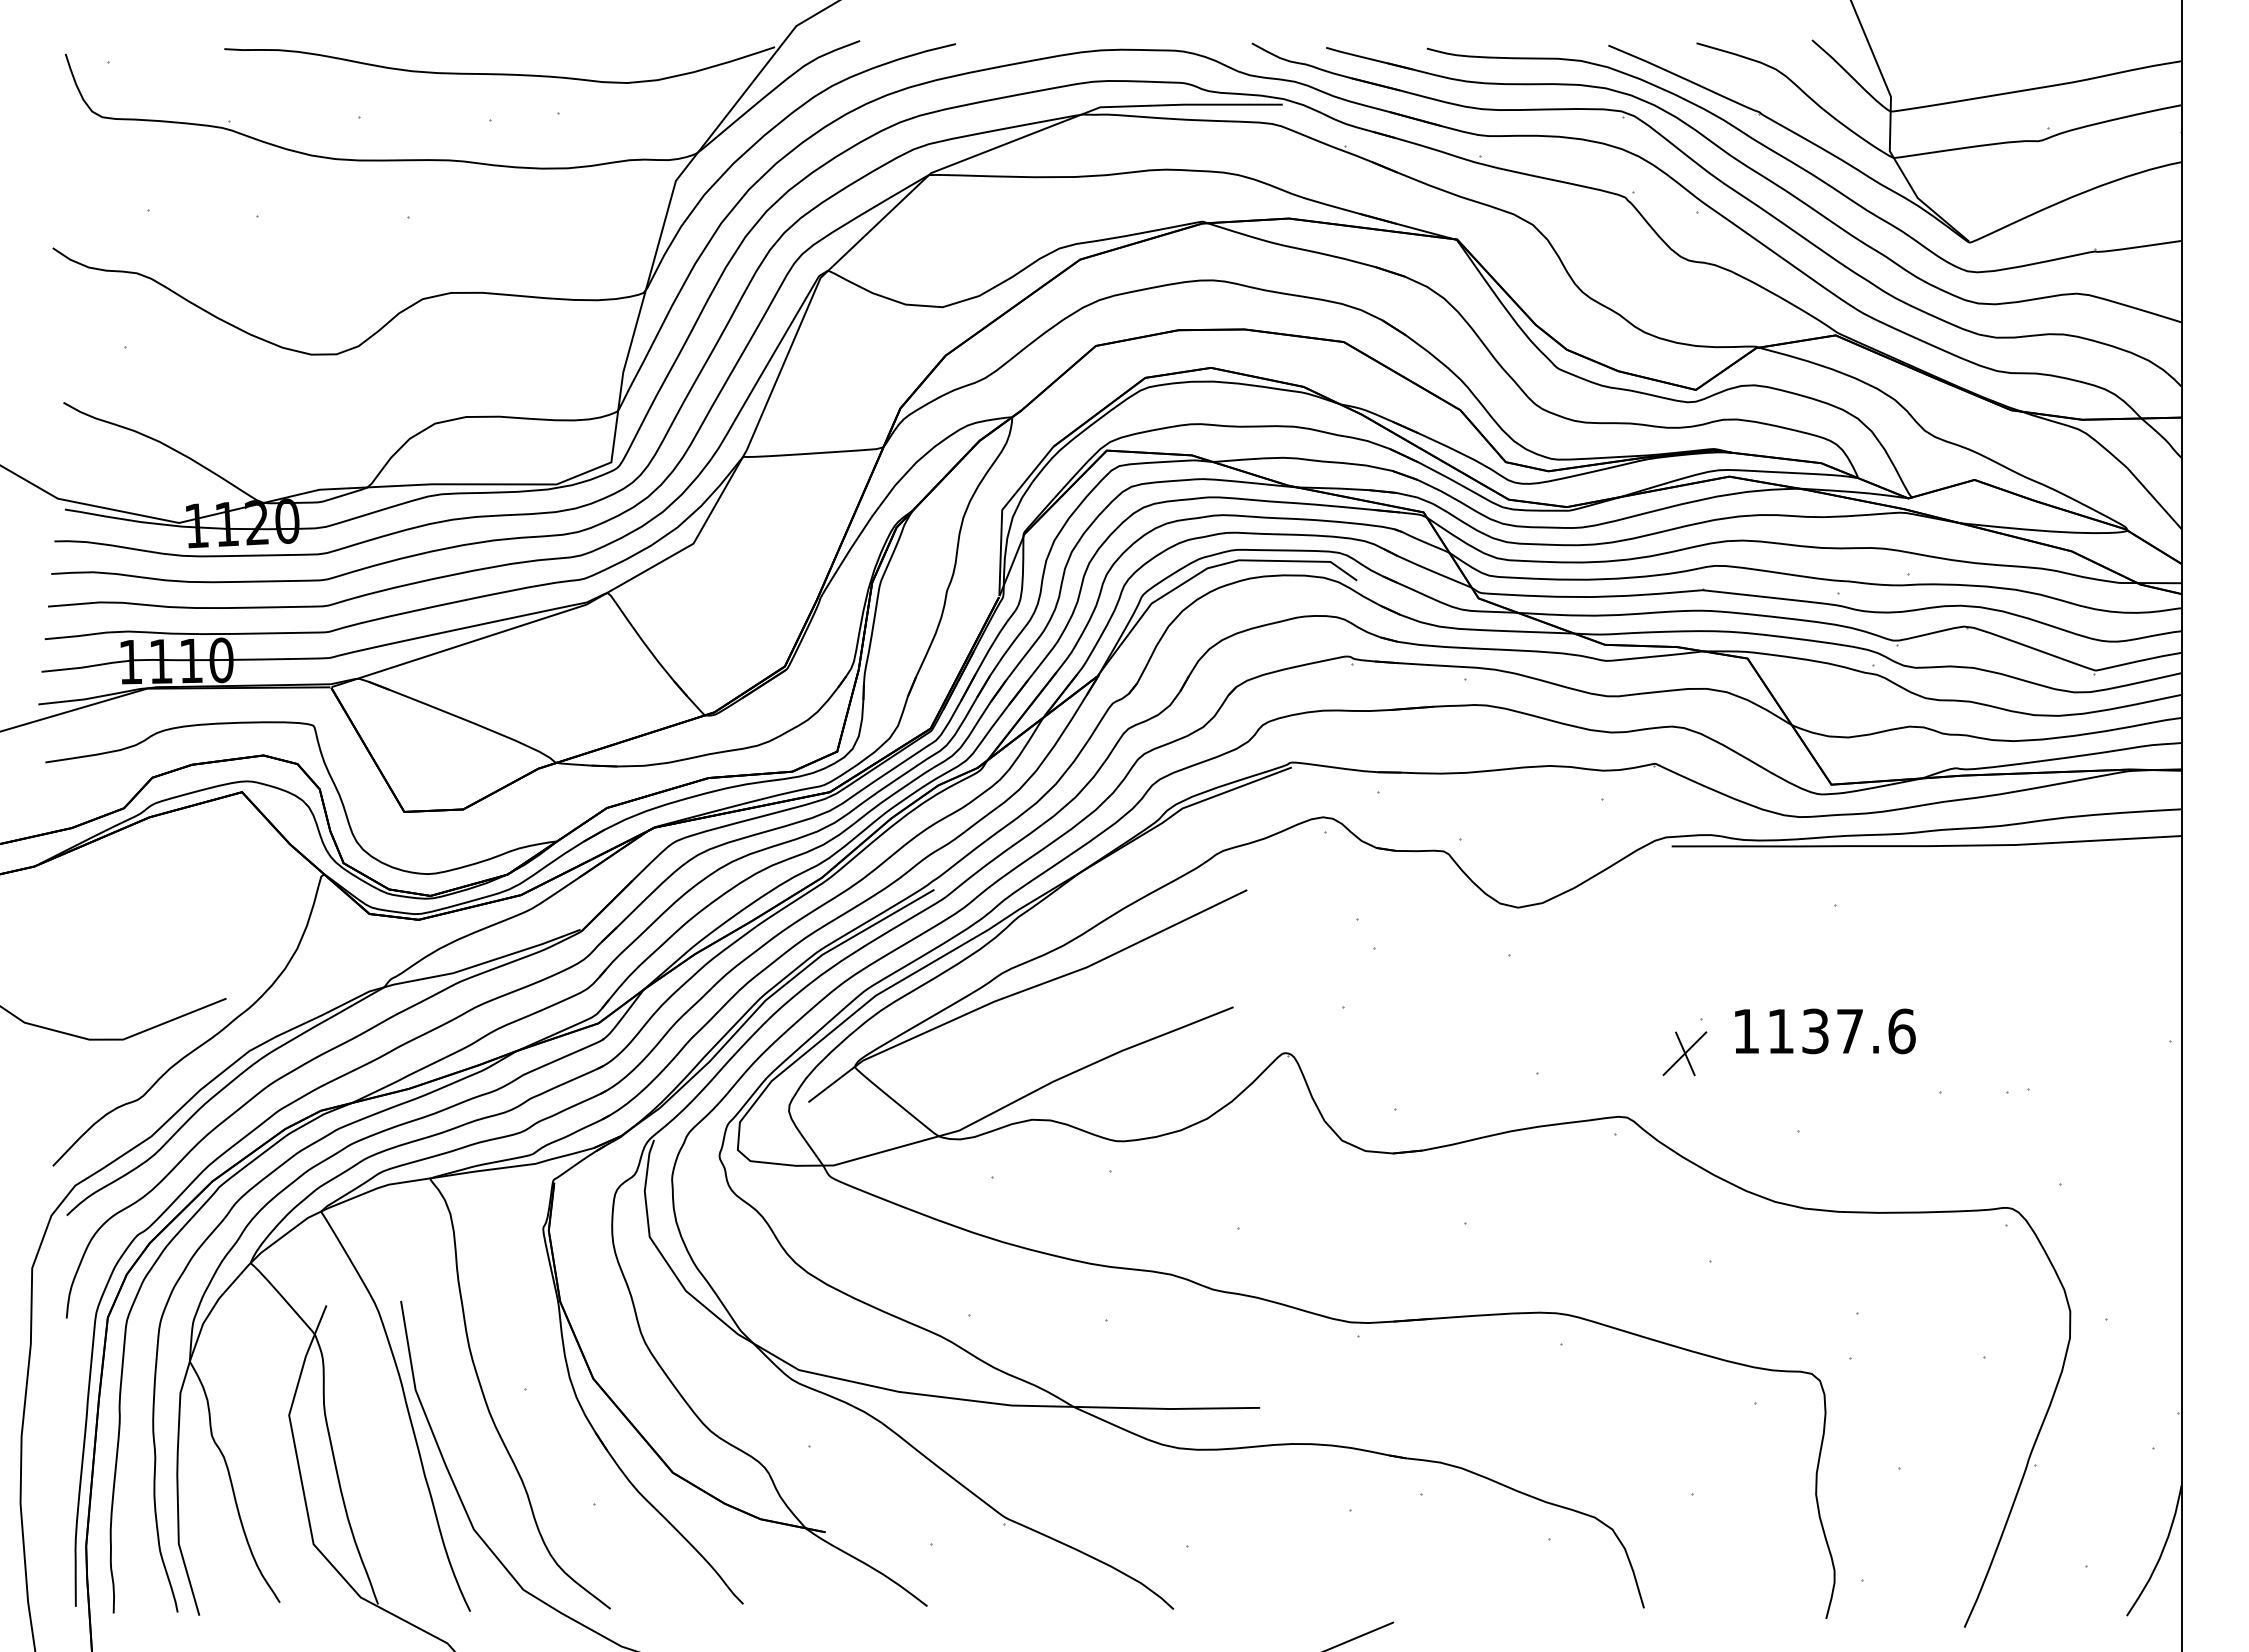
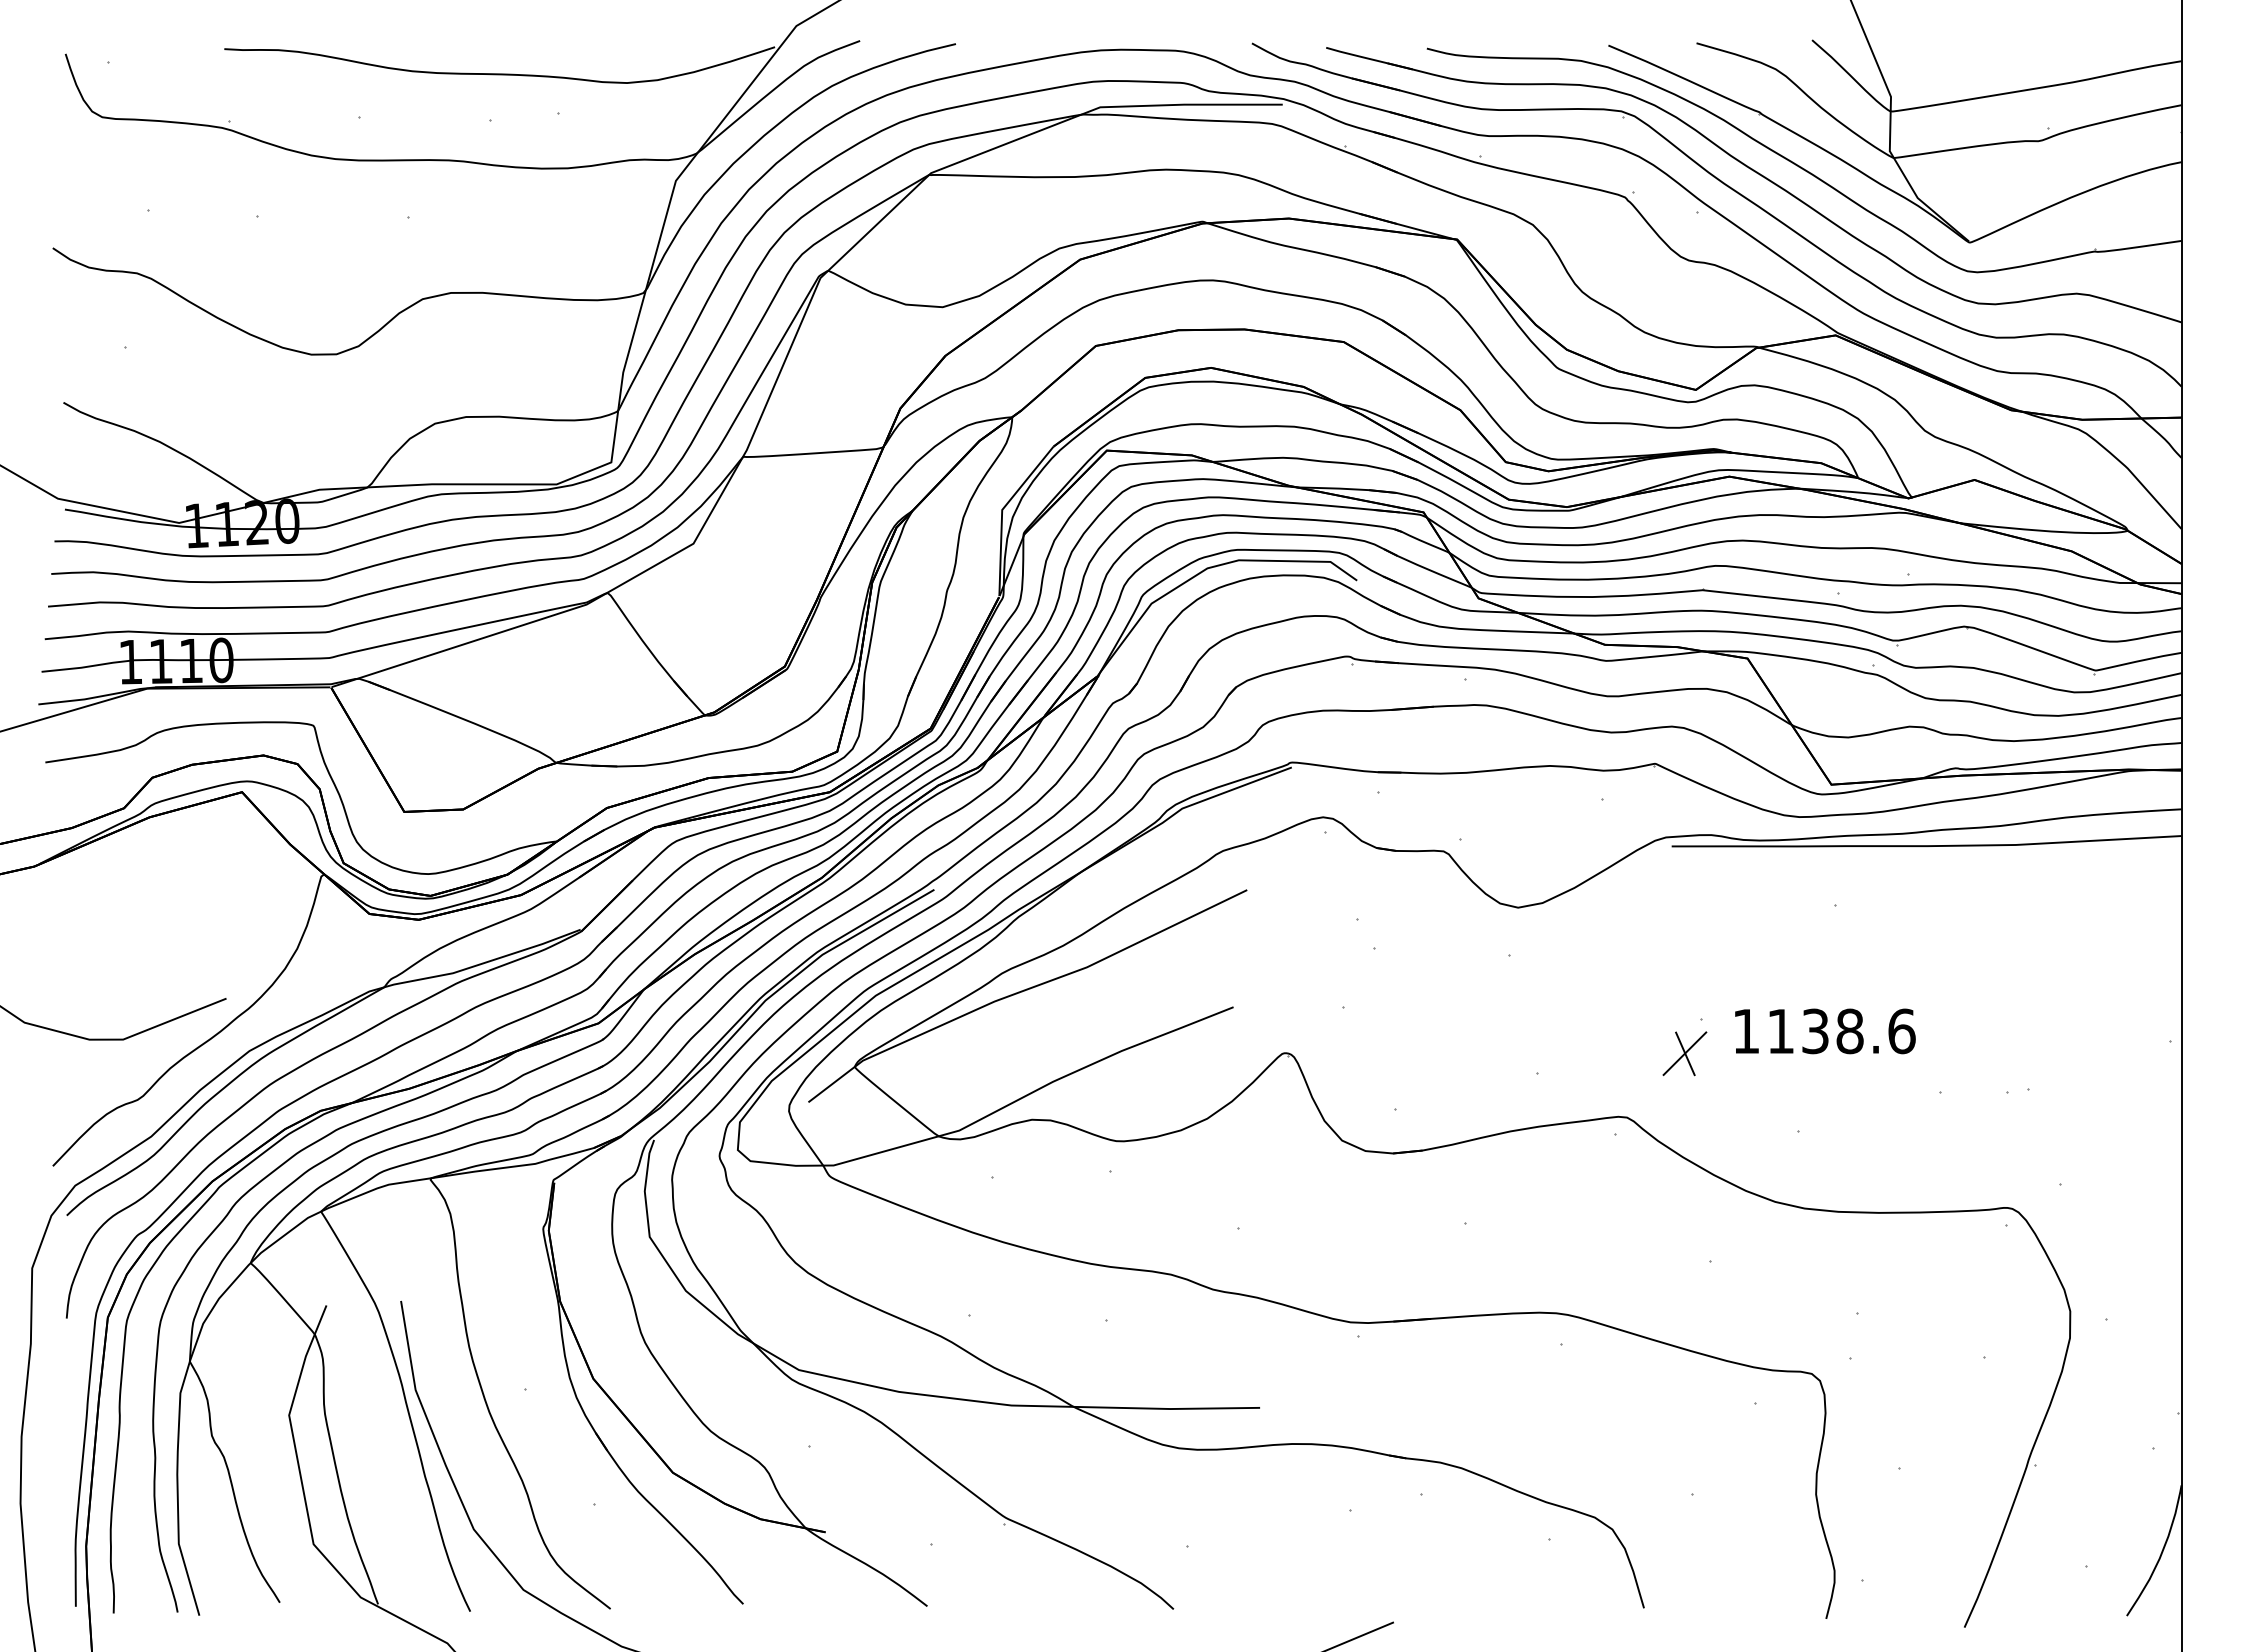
text at (1849, 1031): 1137.6 -> 1138.6
